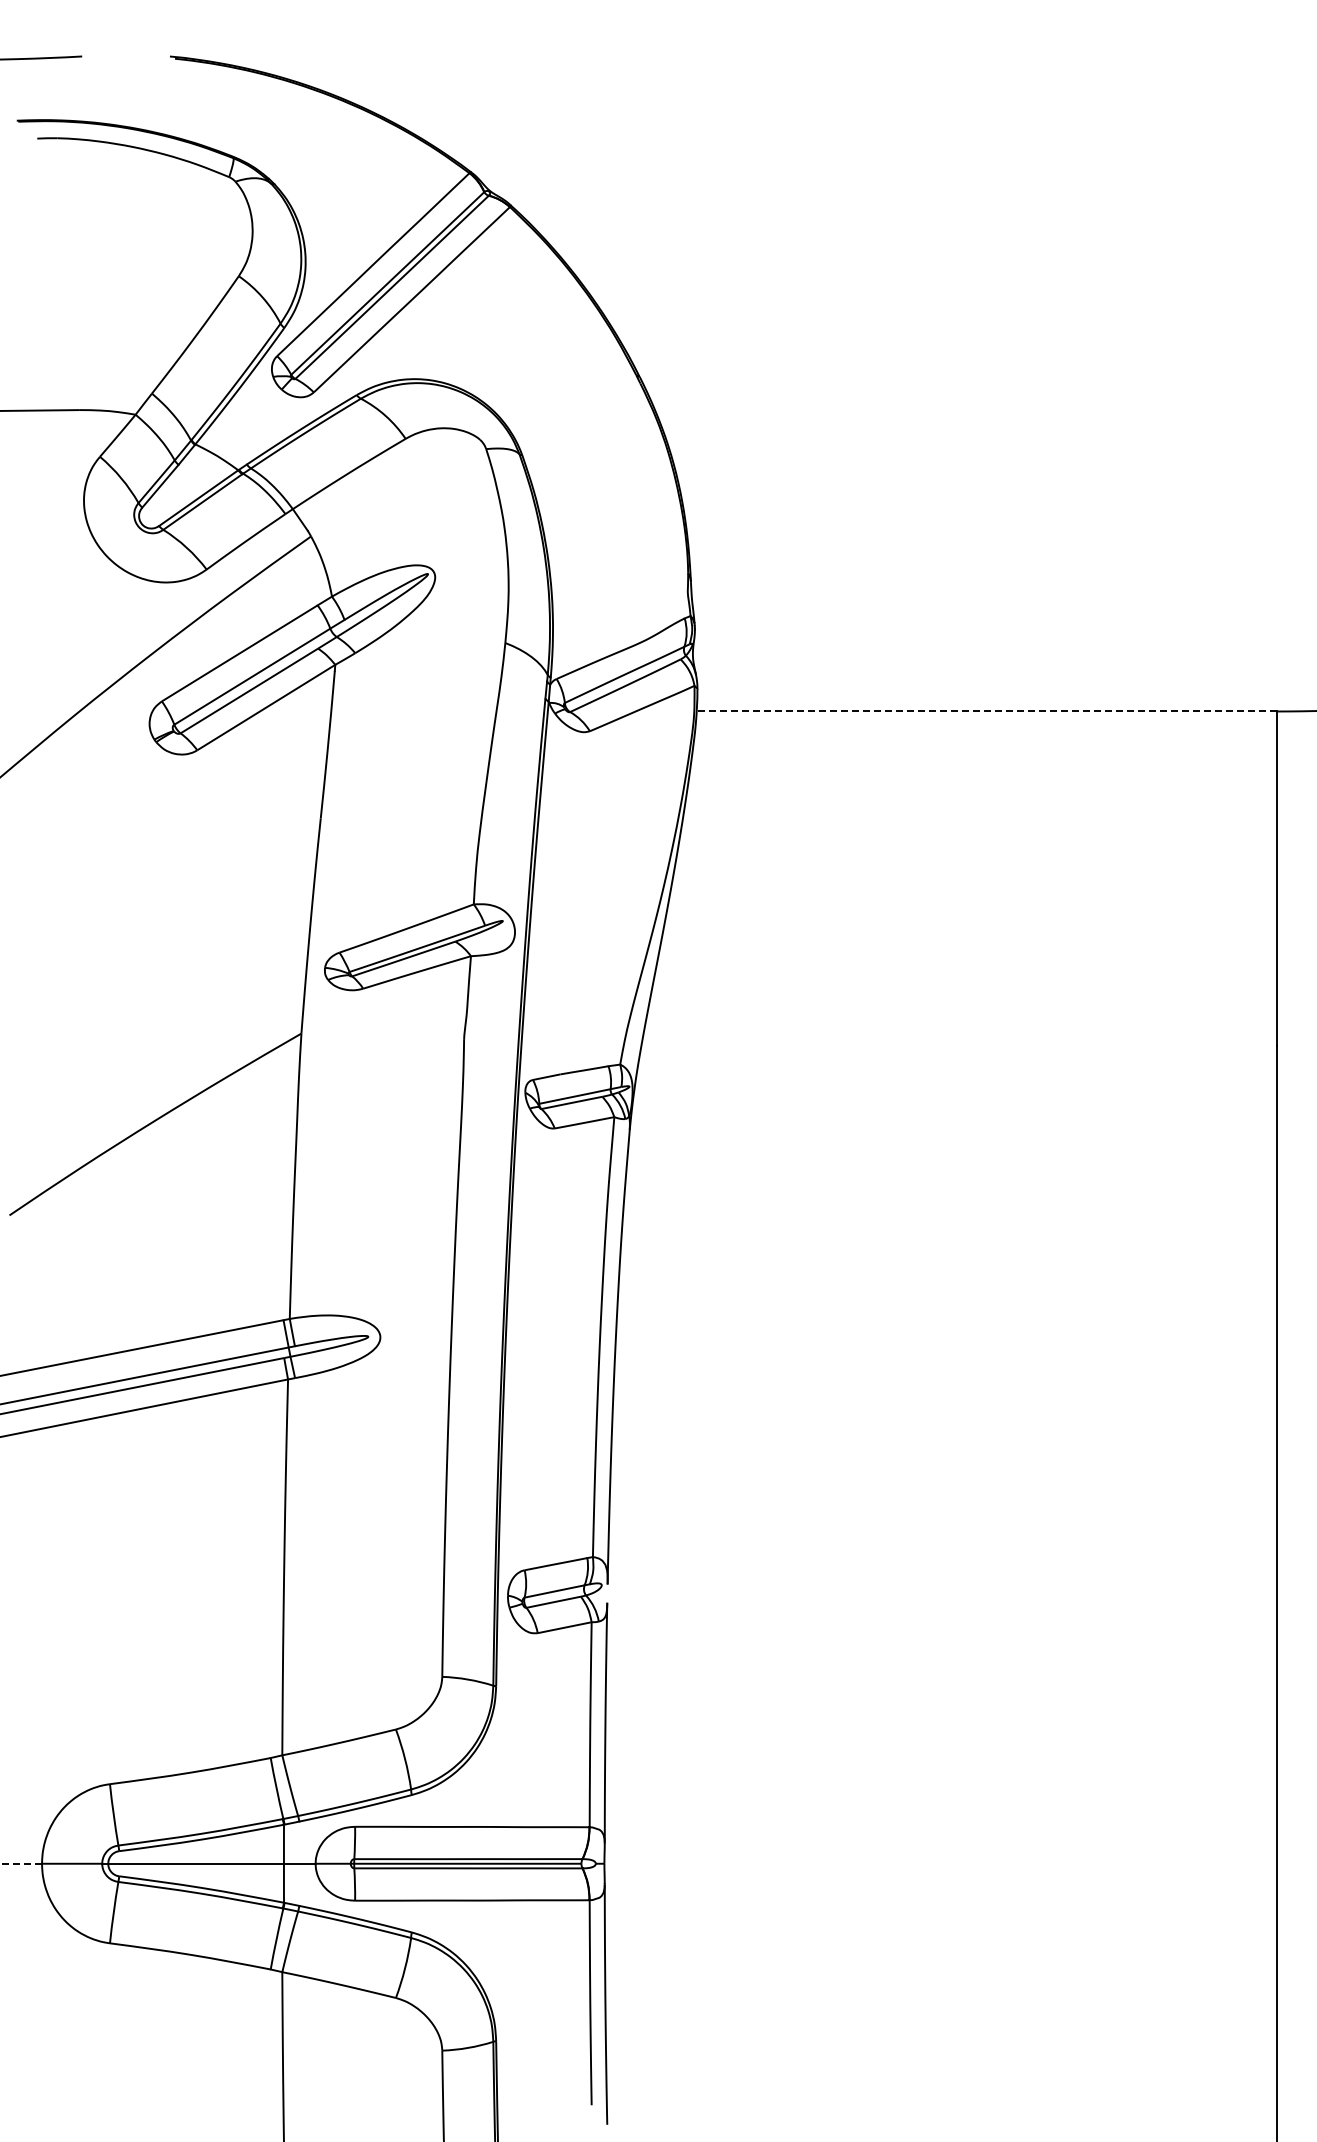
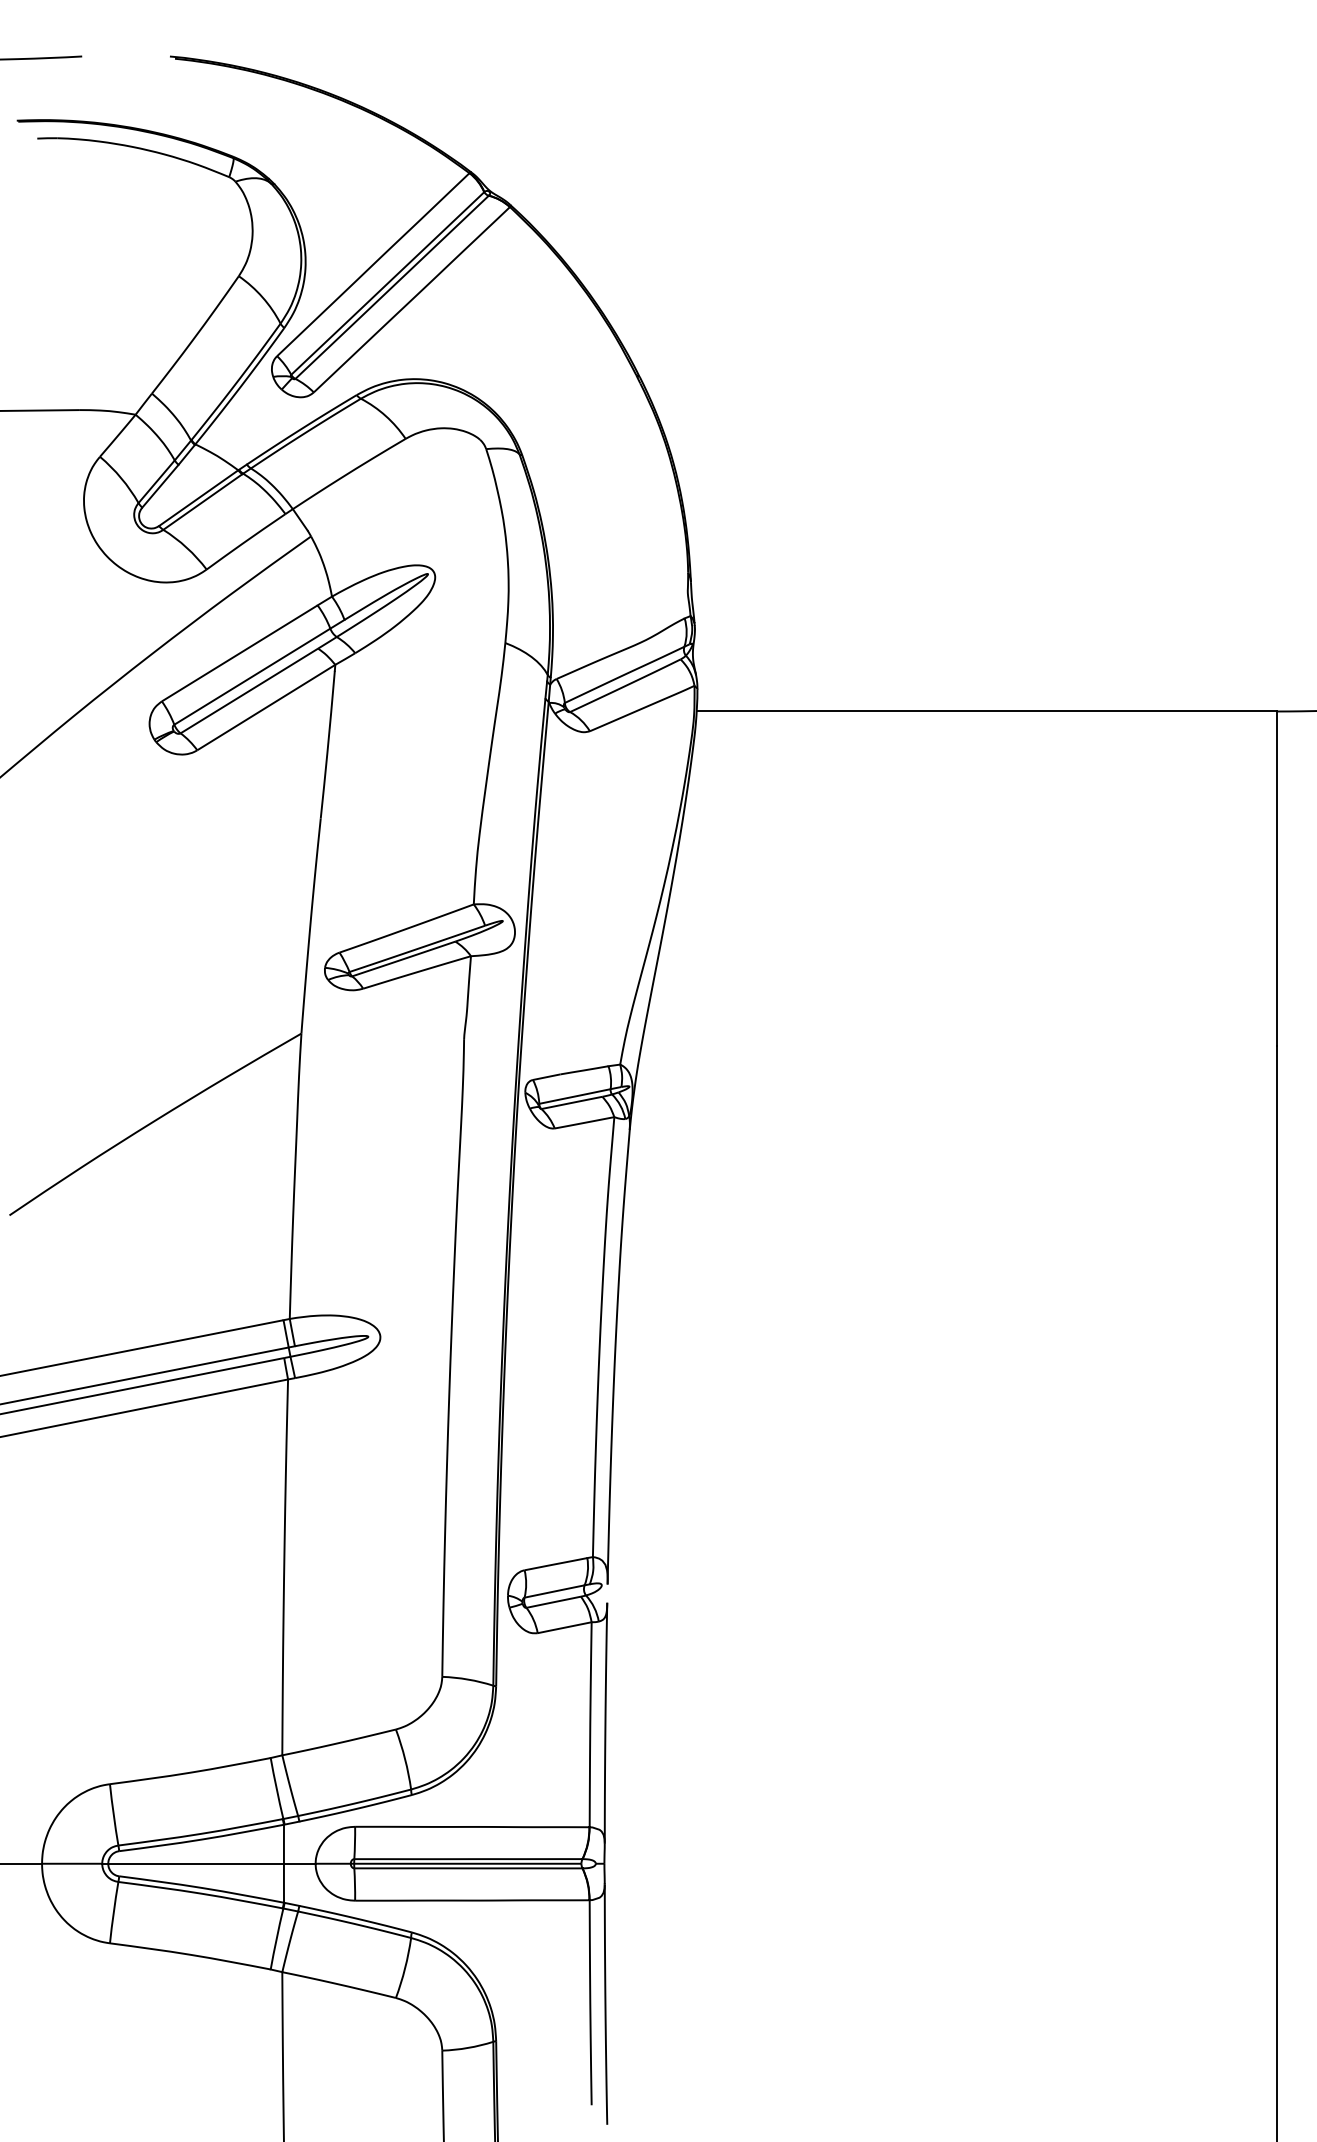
line at (986, 711): dashed -> solid
line at (21, 1863): dashed -> solid
